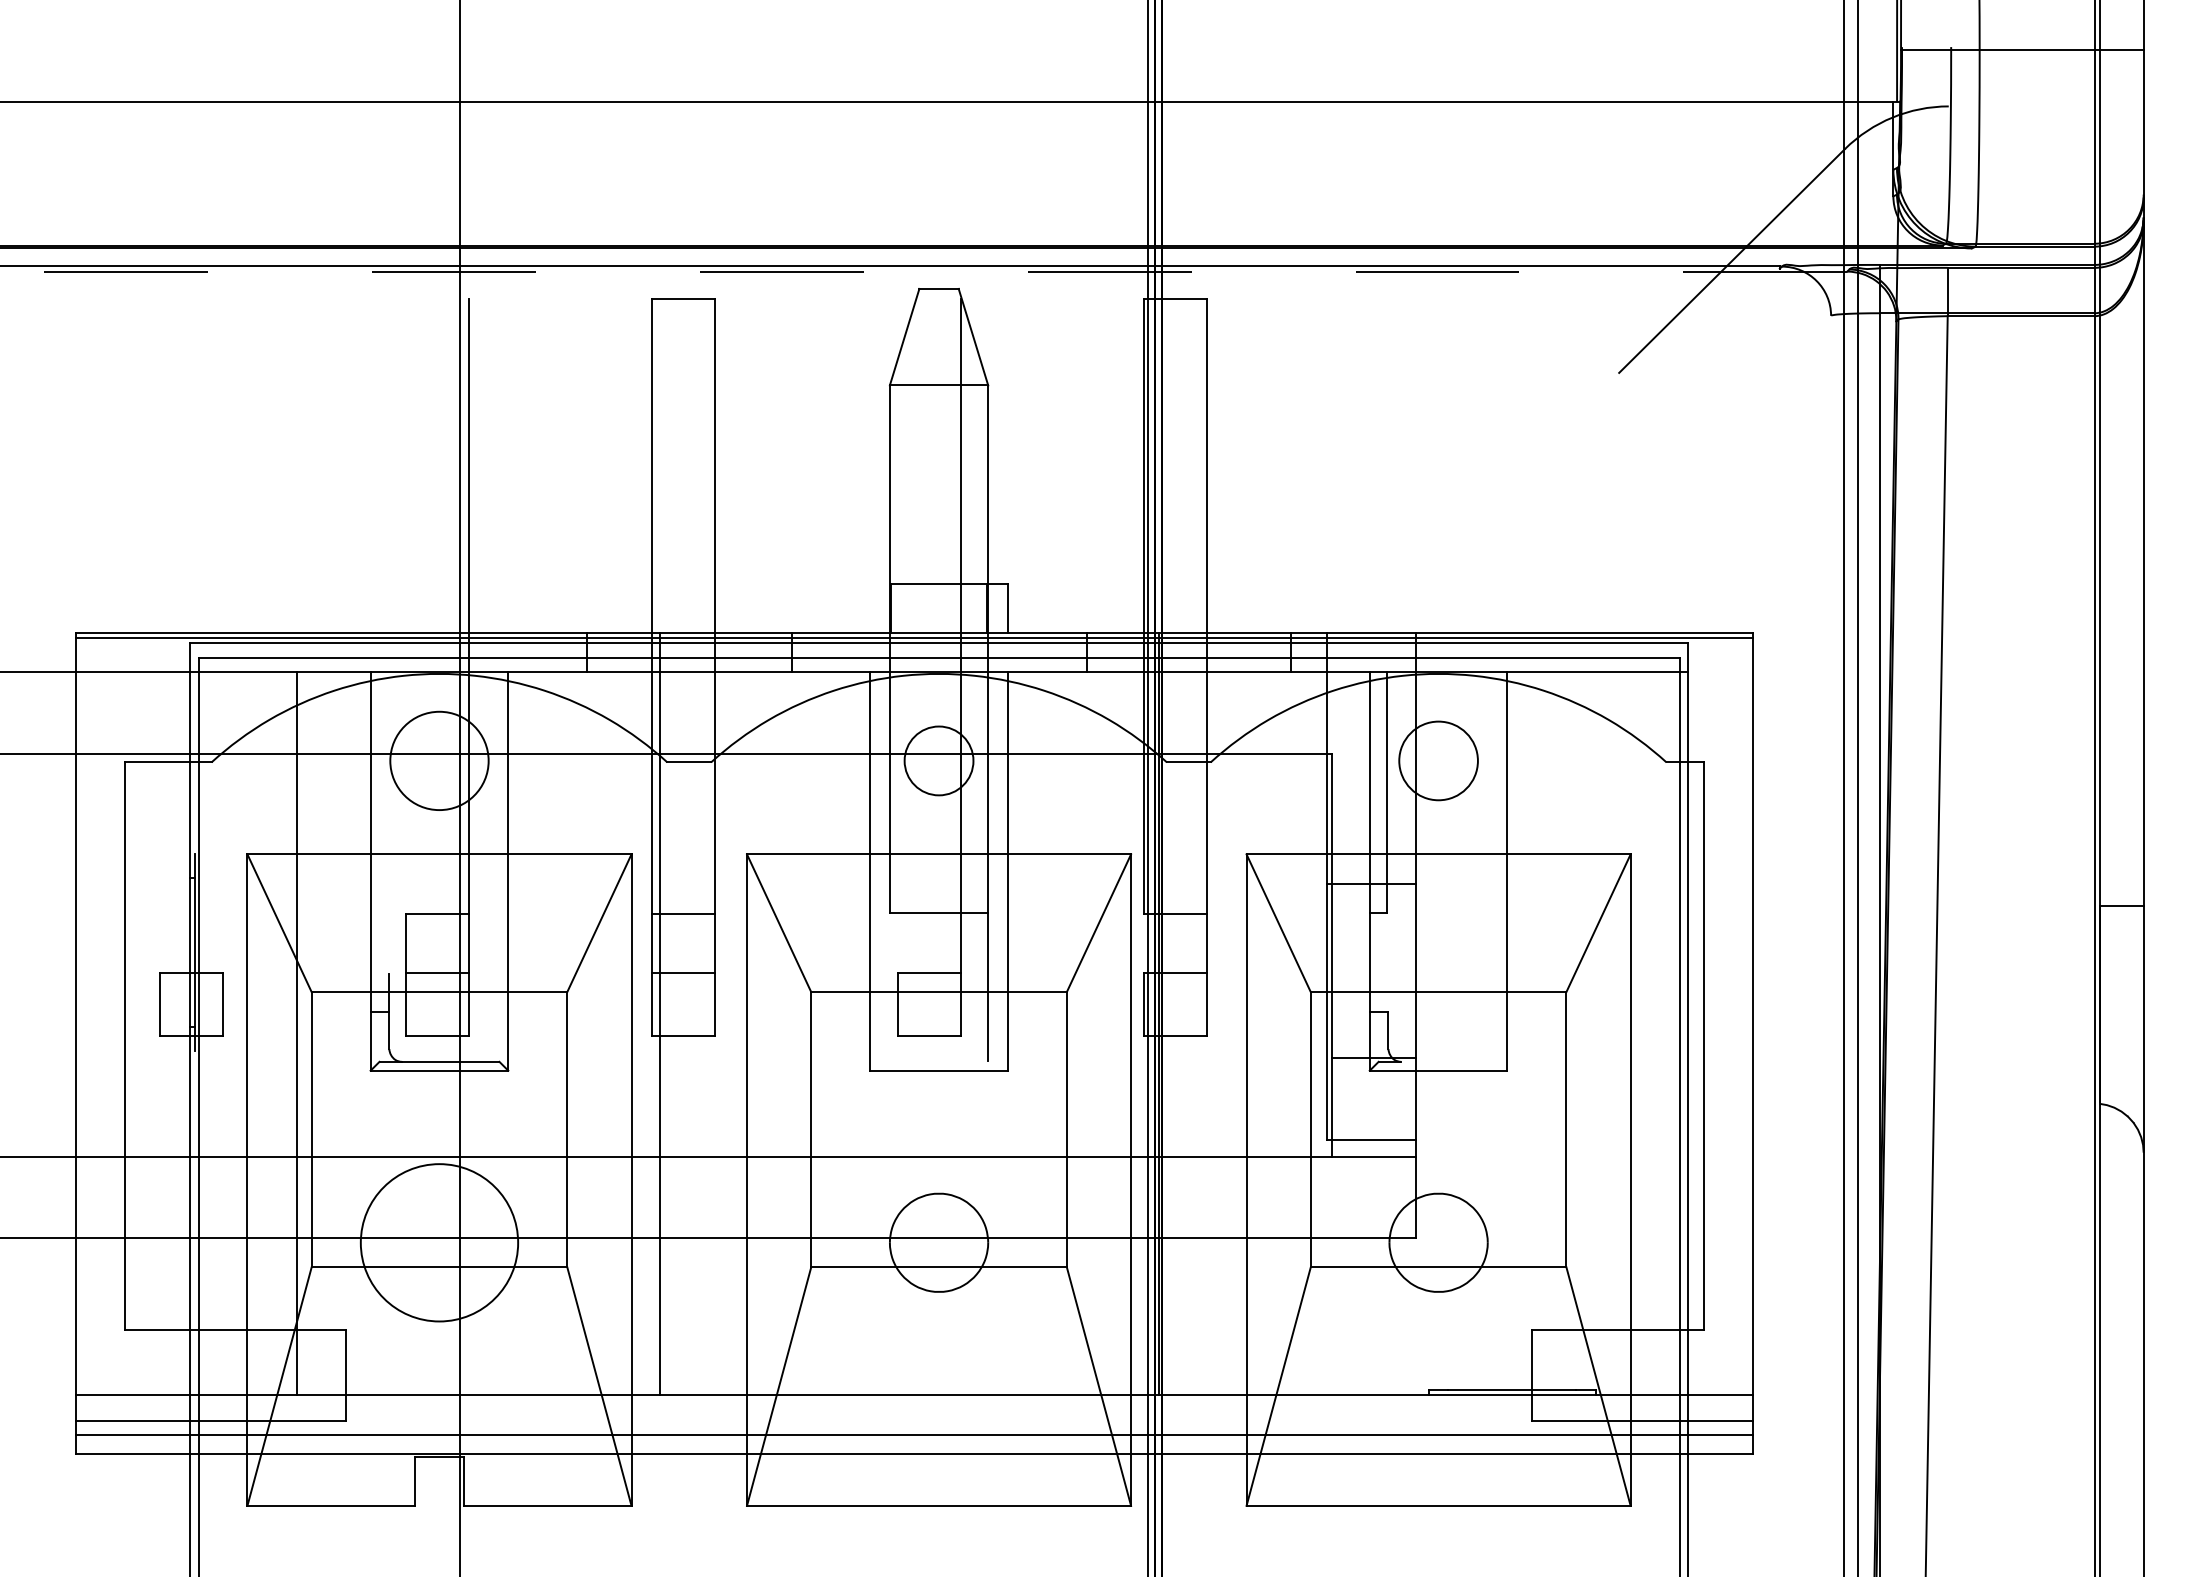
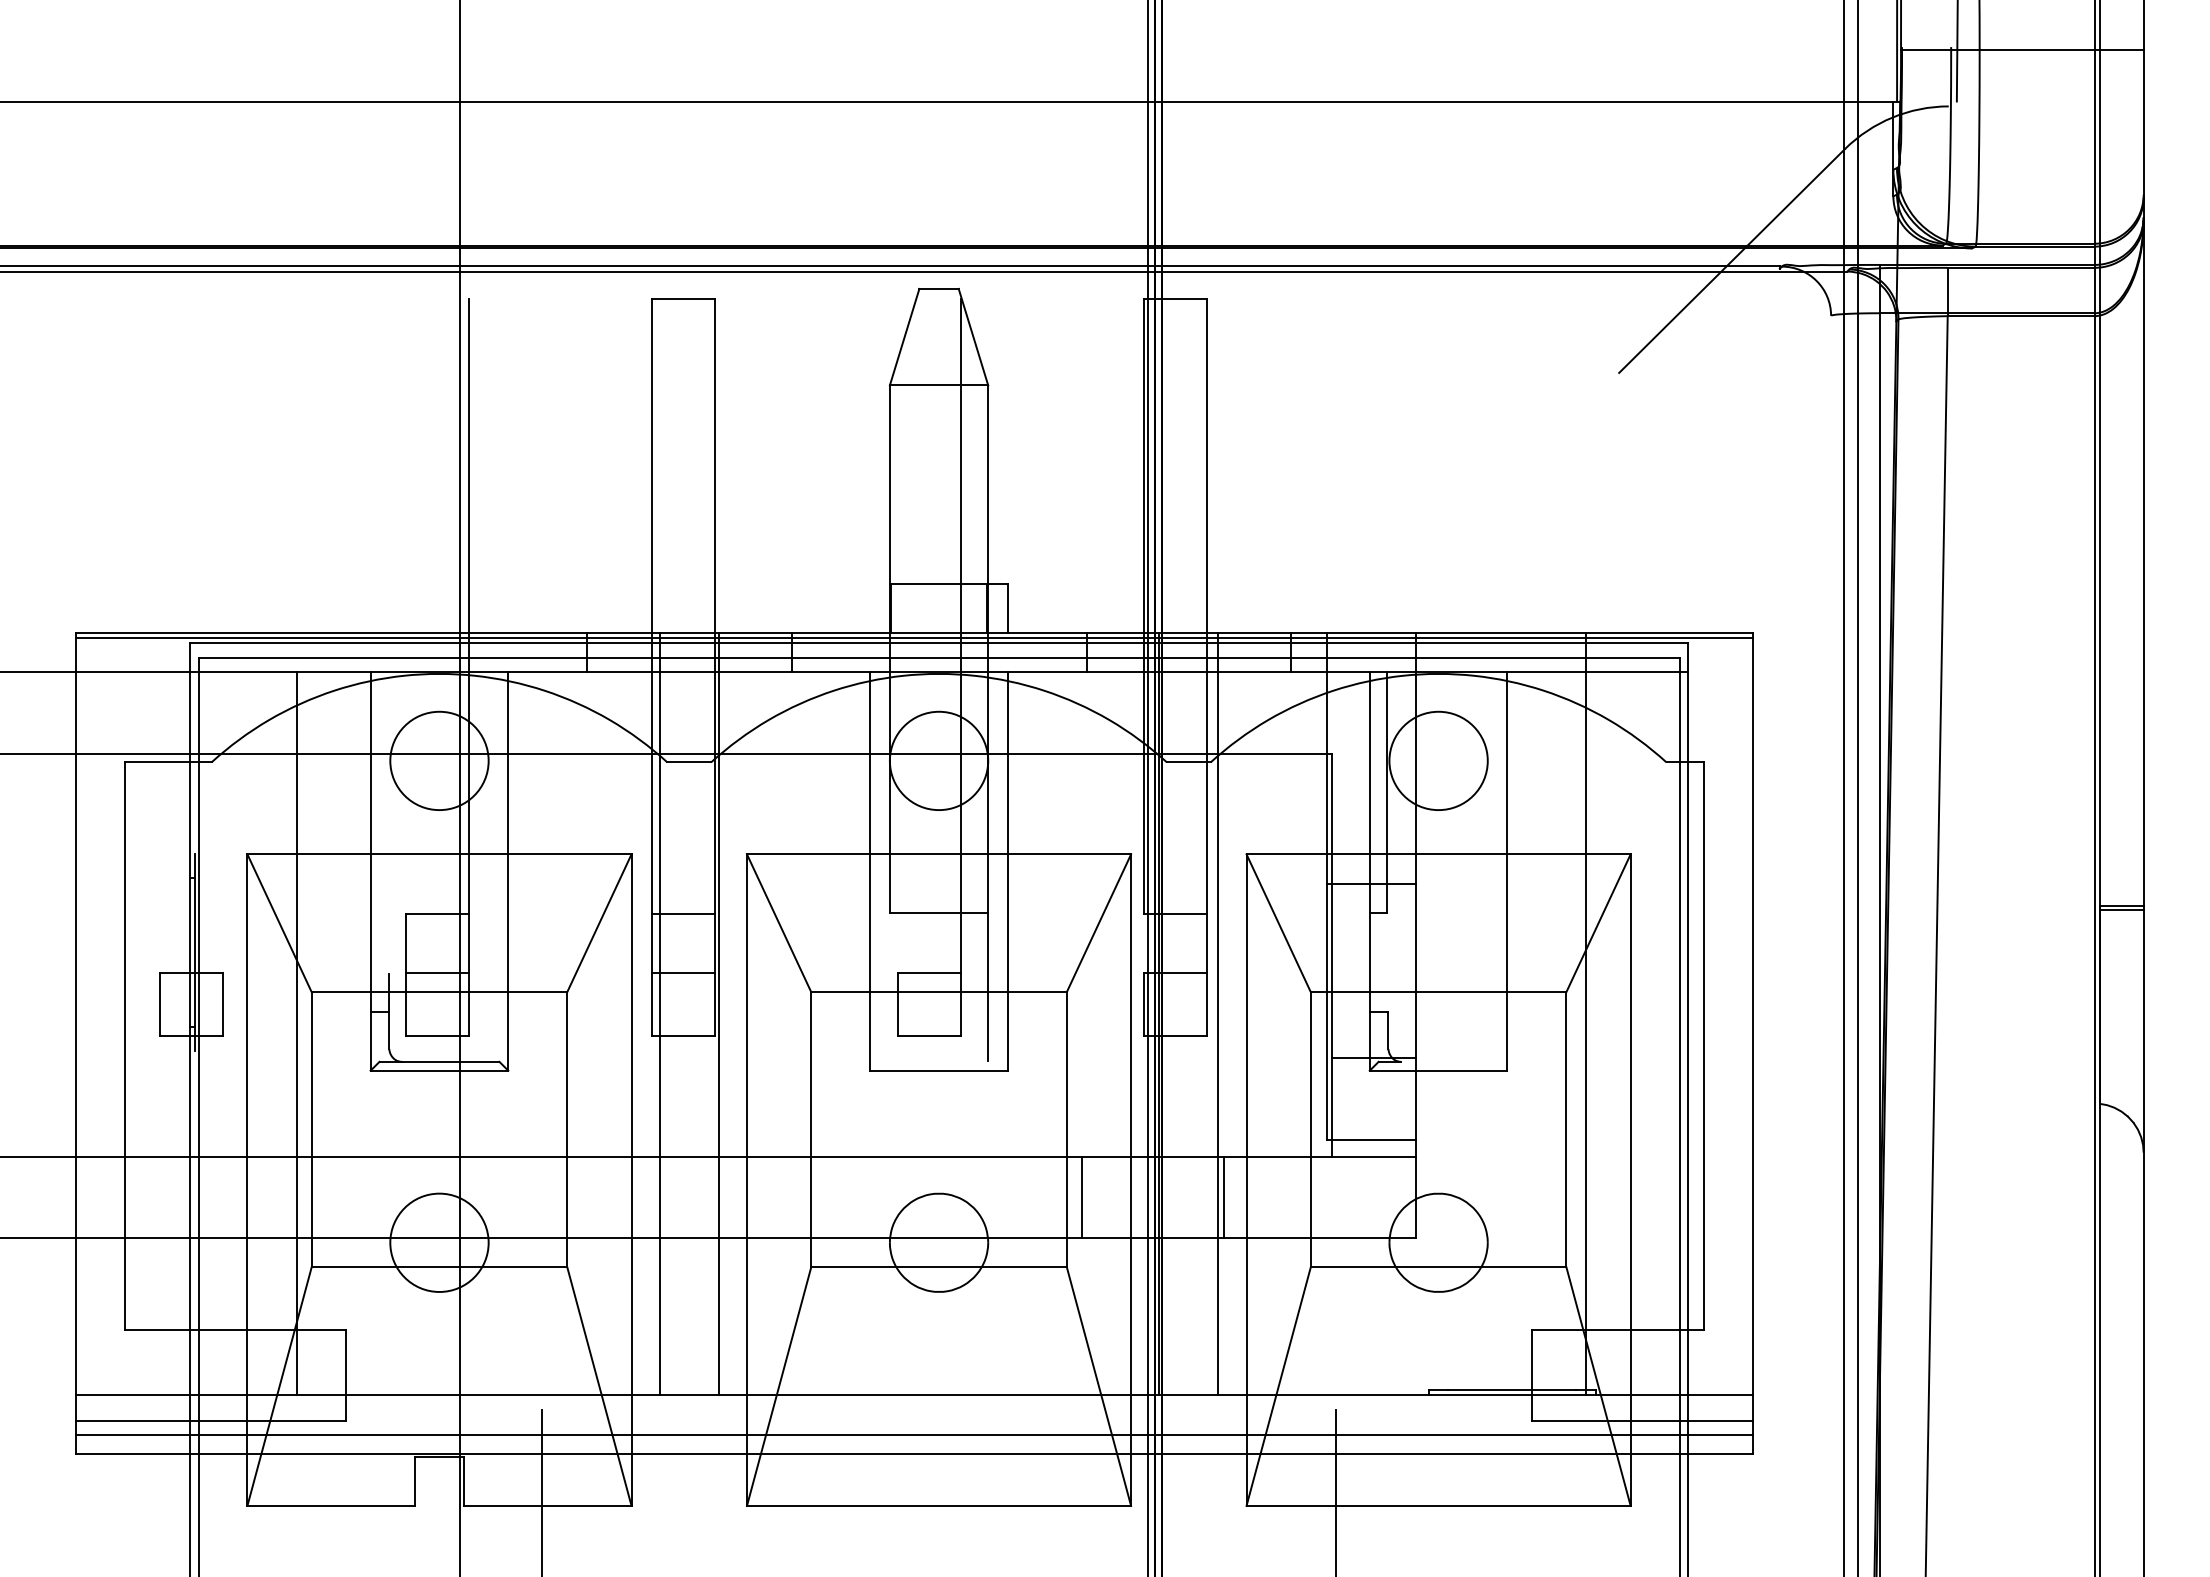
line at (1956, 51): none -> present
line at (923, 271): dashed -> solid
circle at (938, 760) diameter: 69 px -> 98 px
circle at (1438, 760) diameter: 79 px -> 98 px
line at (2121, 910): none -> present
line at (718, 1014): none -> present
line at (1218, 1014): none -> present
line at (1586, 1014): none -> present
line at (1081, 1196): none -> present
line at (1224, 1196): none -> present
circle at (439, 1242) diameter: 157 px -> 98 px
line at (541, 1491): none -> present
line at (1336, 1491): none -> present
